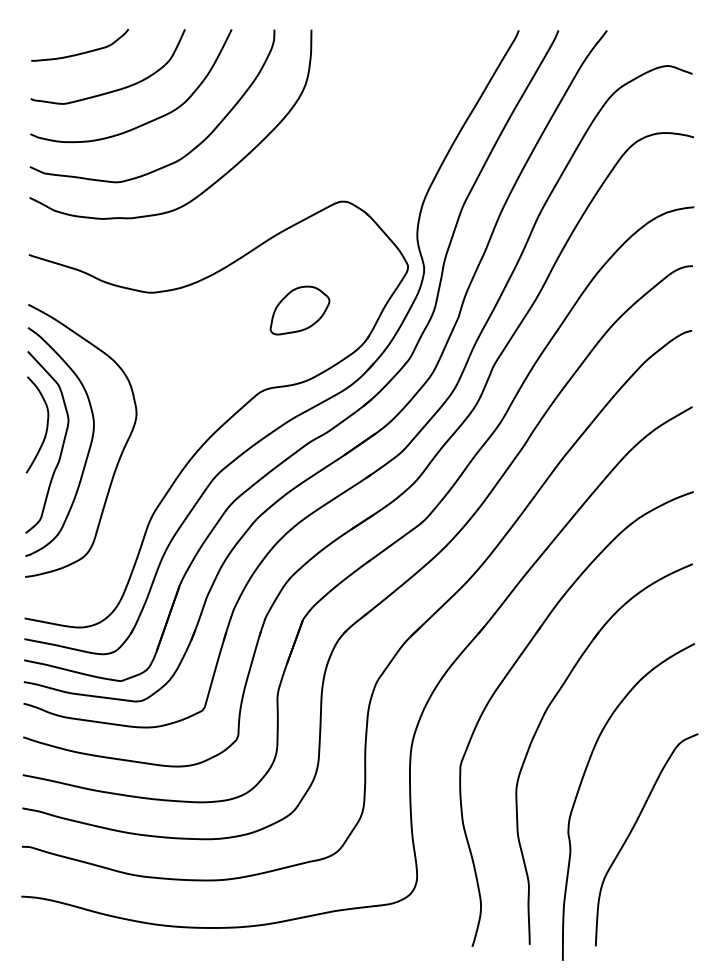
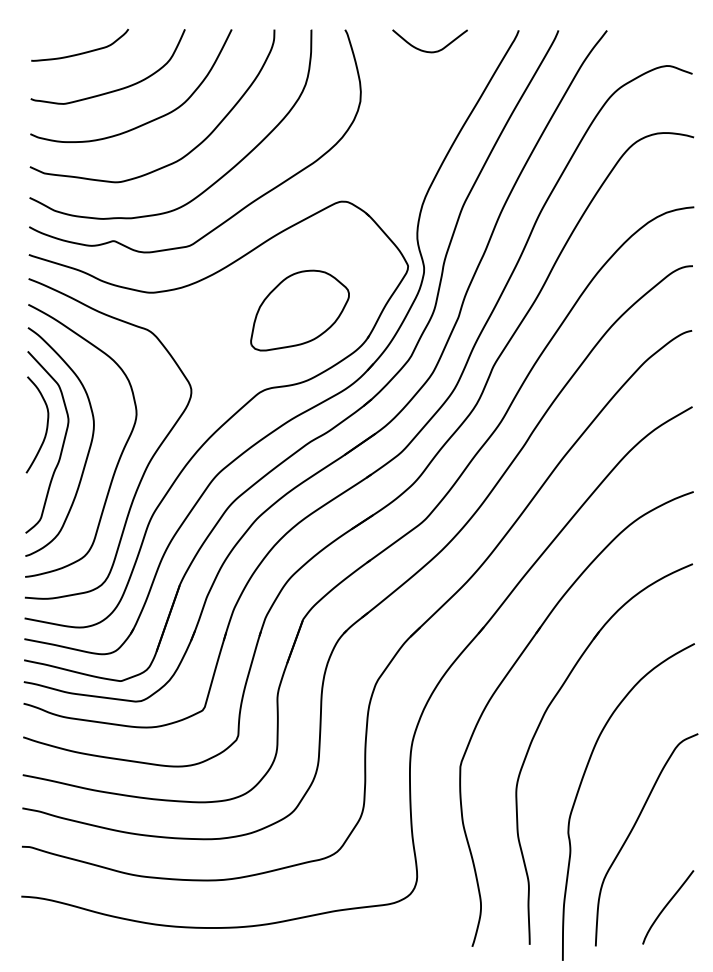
curve at (426, 50): none -> present
curve at (241, 208): none -> present
part at (299, 310) size: 62x51 px -> 100x83 px
curve at (147, 463): none -> present
curve at (666, 907): none -> present
